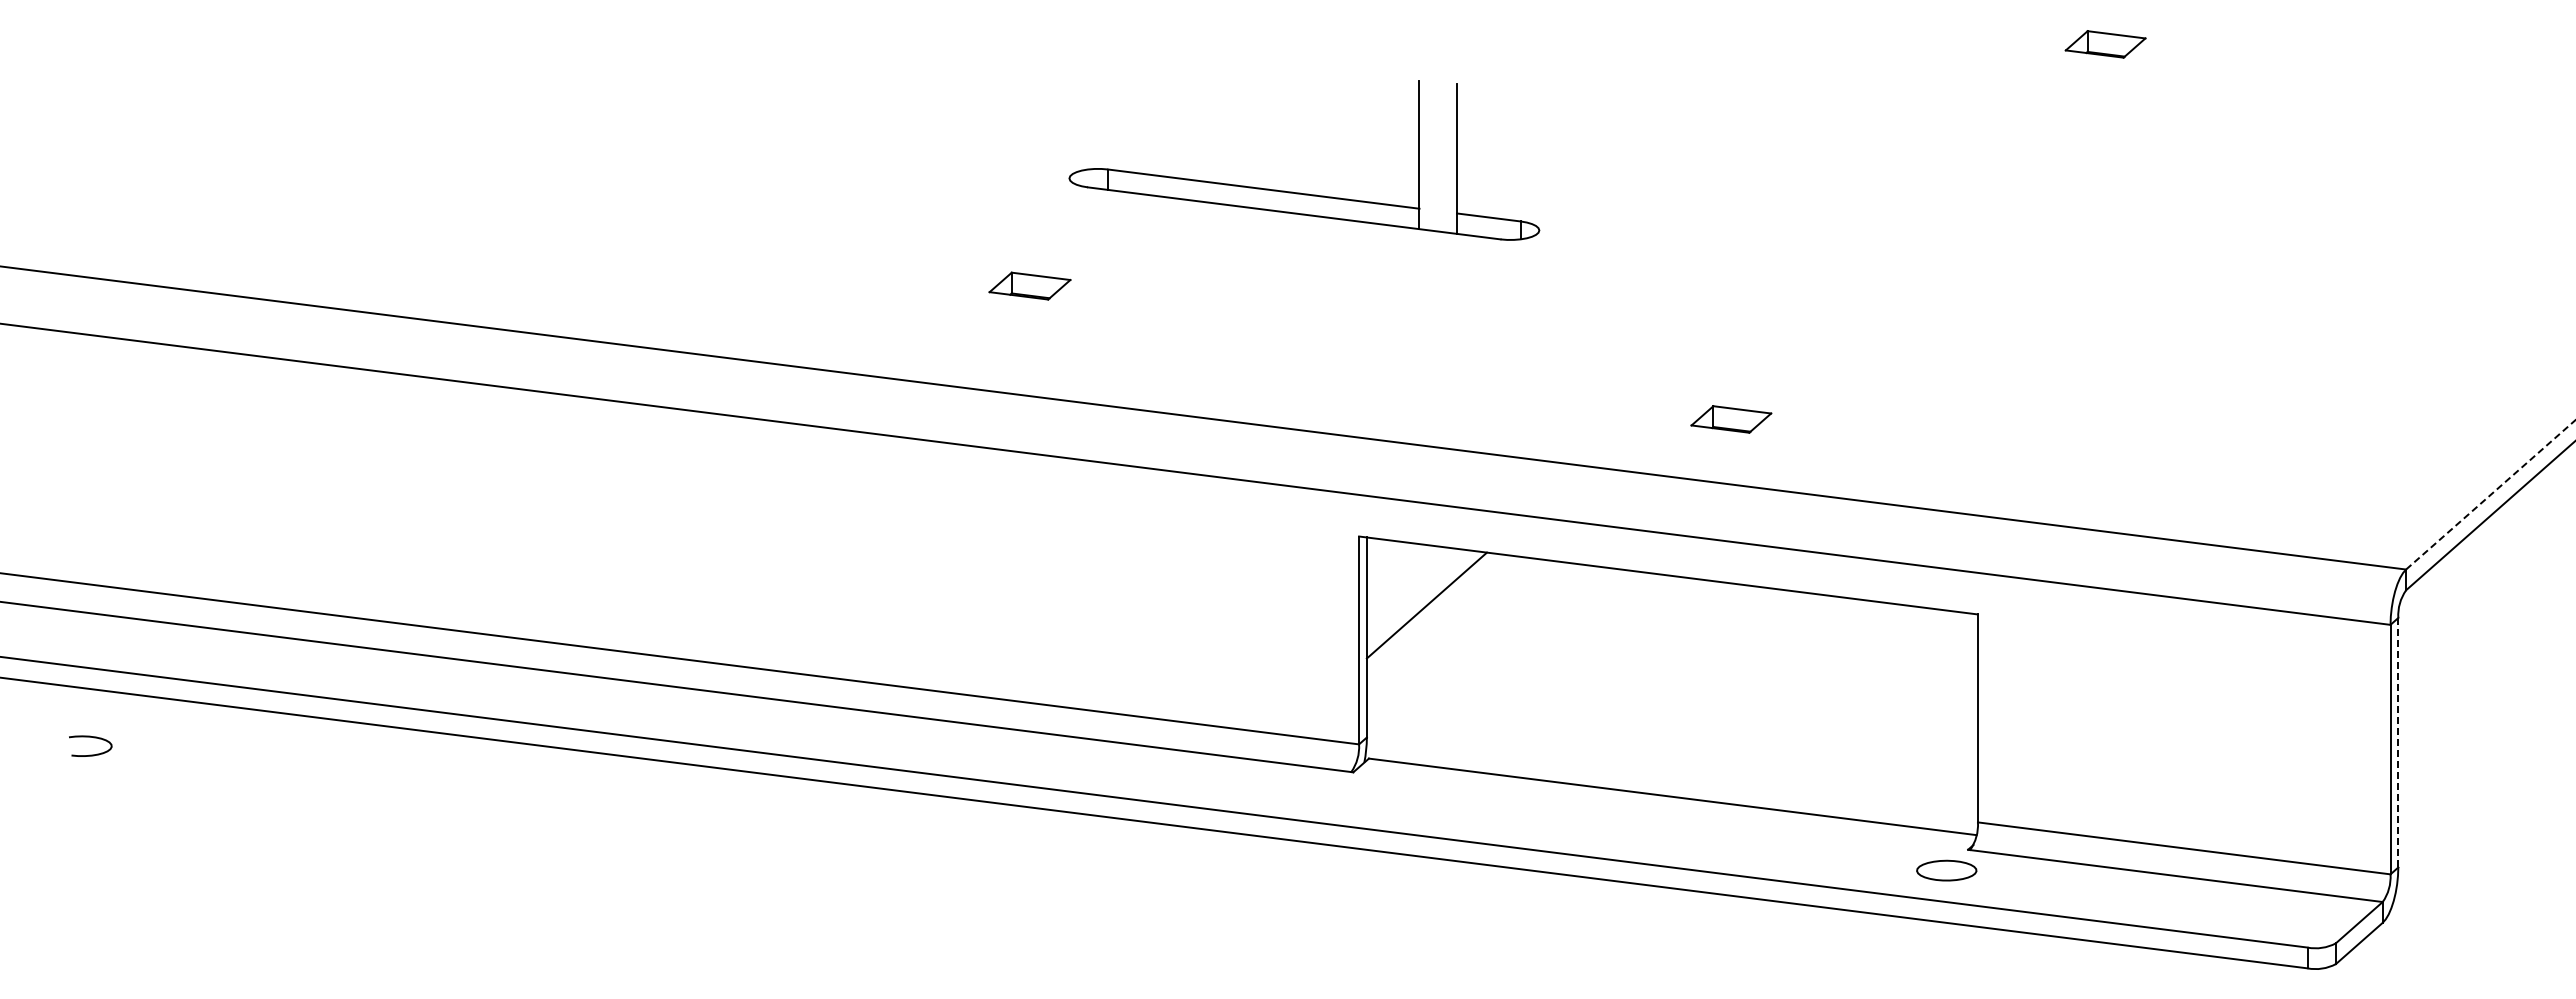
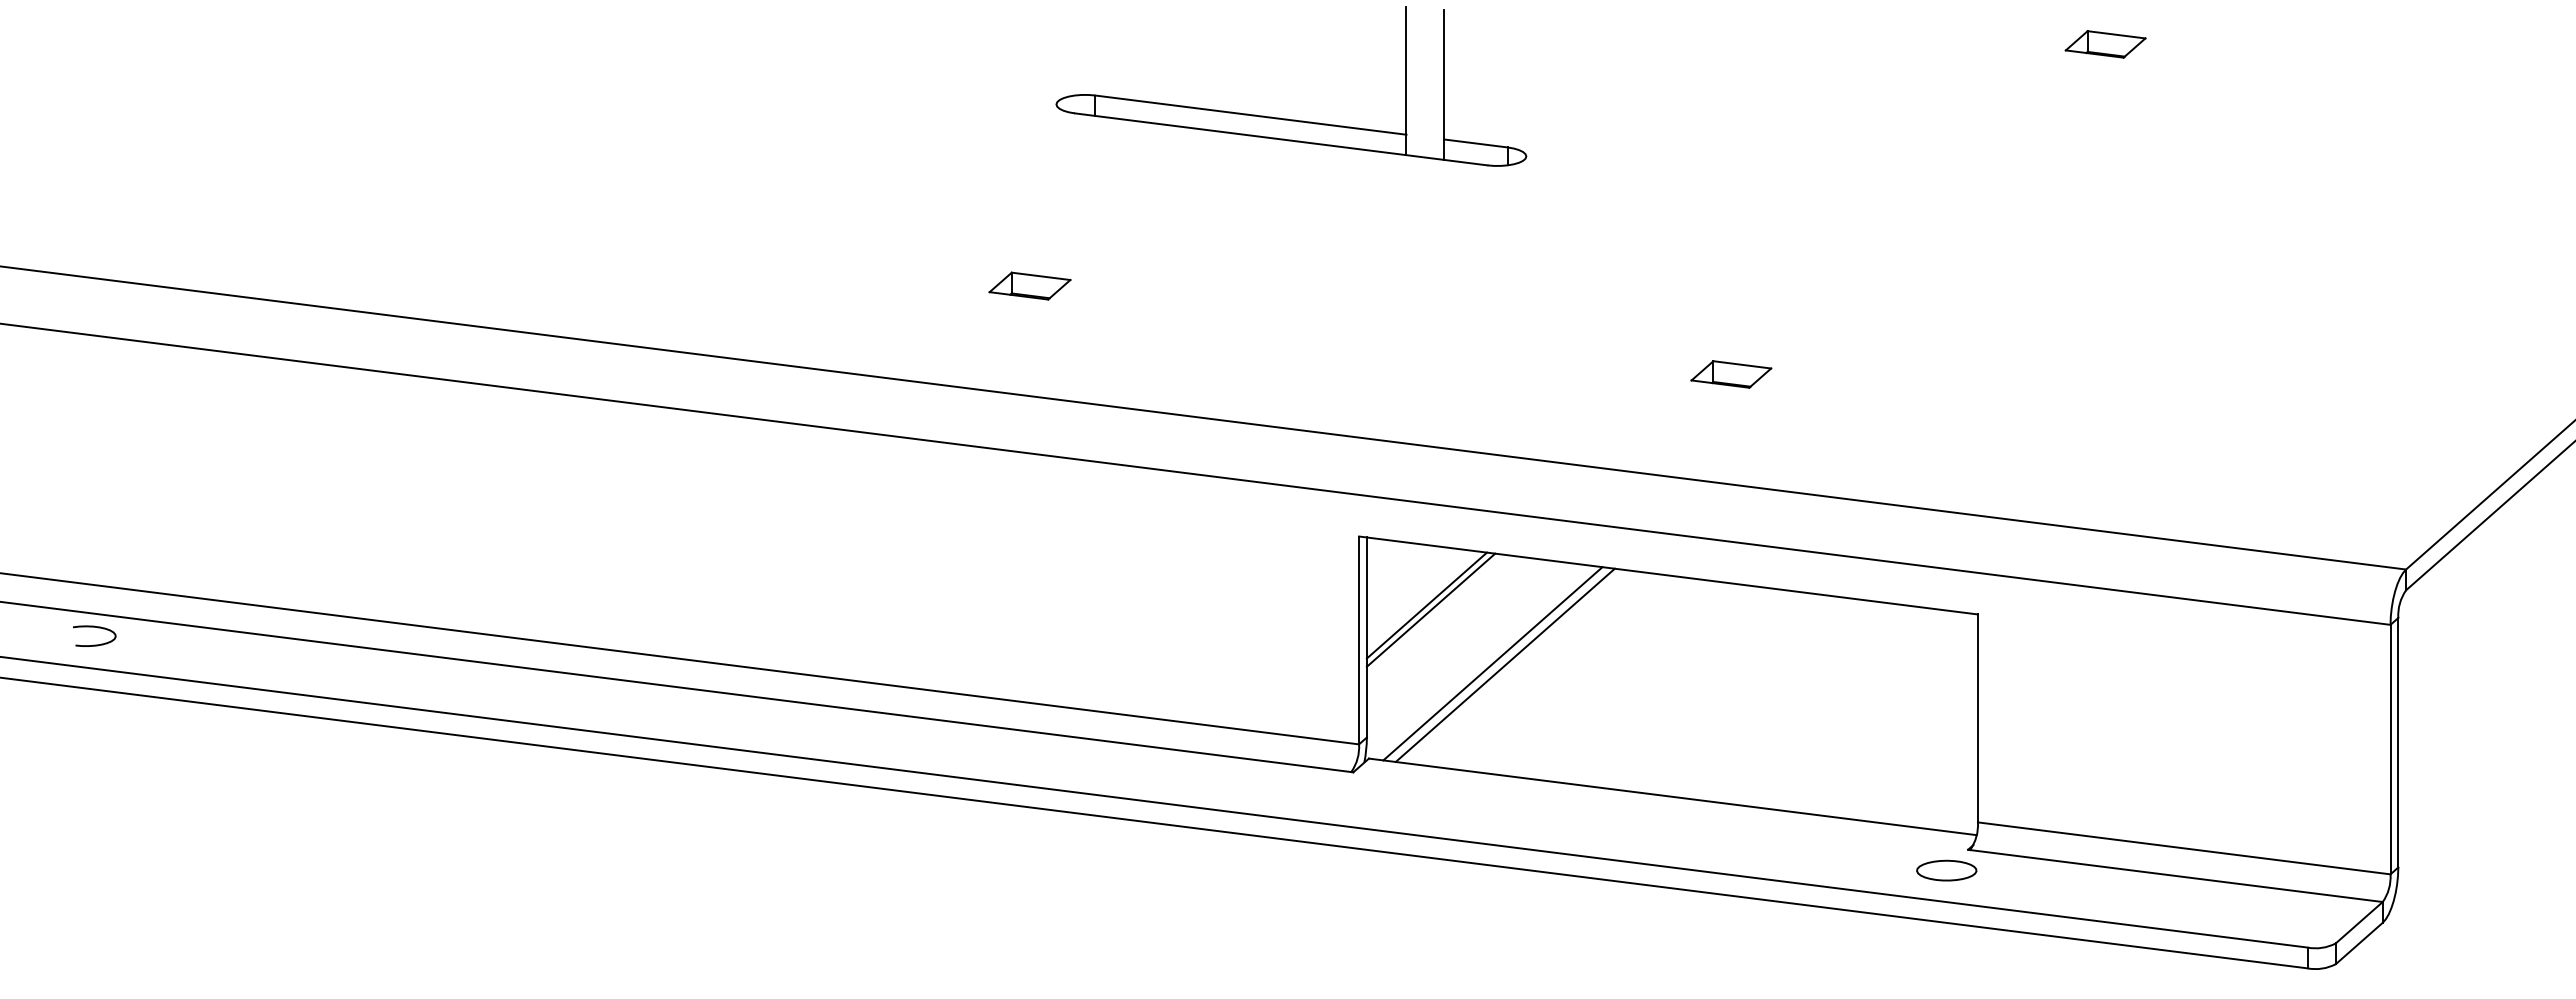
part at (1300, 192) position: (1300, 192) -> (1287, 118)
part at (1731, 419) position: (1731, 419) -> (1731, 374)
line at (2490, 494): dashed -> solid
line at (1430, 609): none -> present
line at (1492, 663): none -> present
line at (1504, 664): none -> present
curve at (93, 738) position: (93, 738) -> (97, 628)
line at (2398, 742): dashed -> solid
